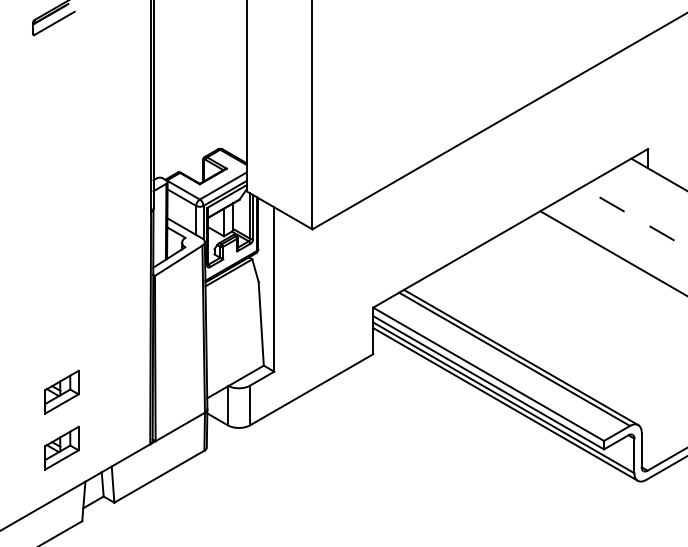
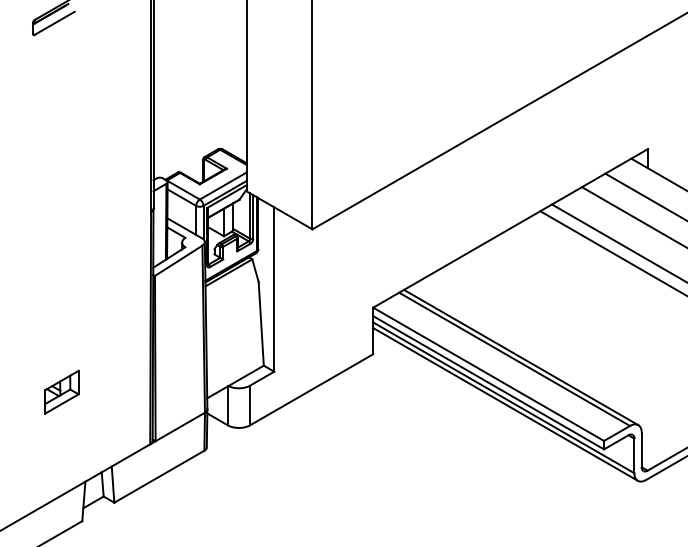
line at (644, 196): none -> present
line at (634, 217): dashed -> solid
line at (618, 242): none -> present
part at (61, 447): present -> none
